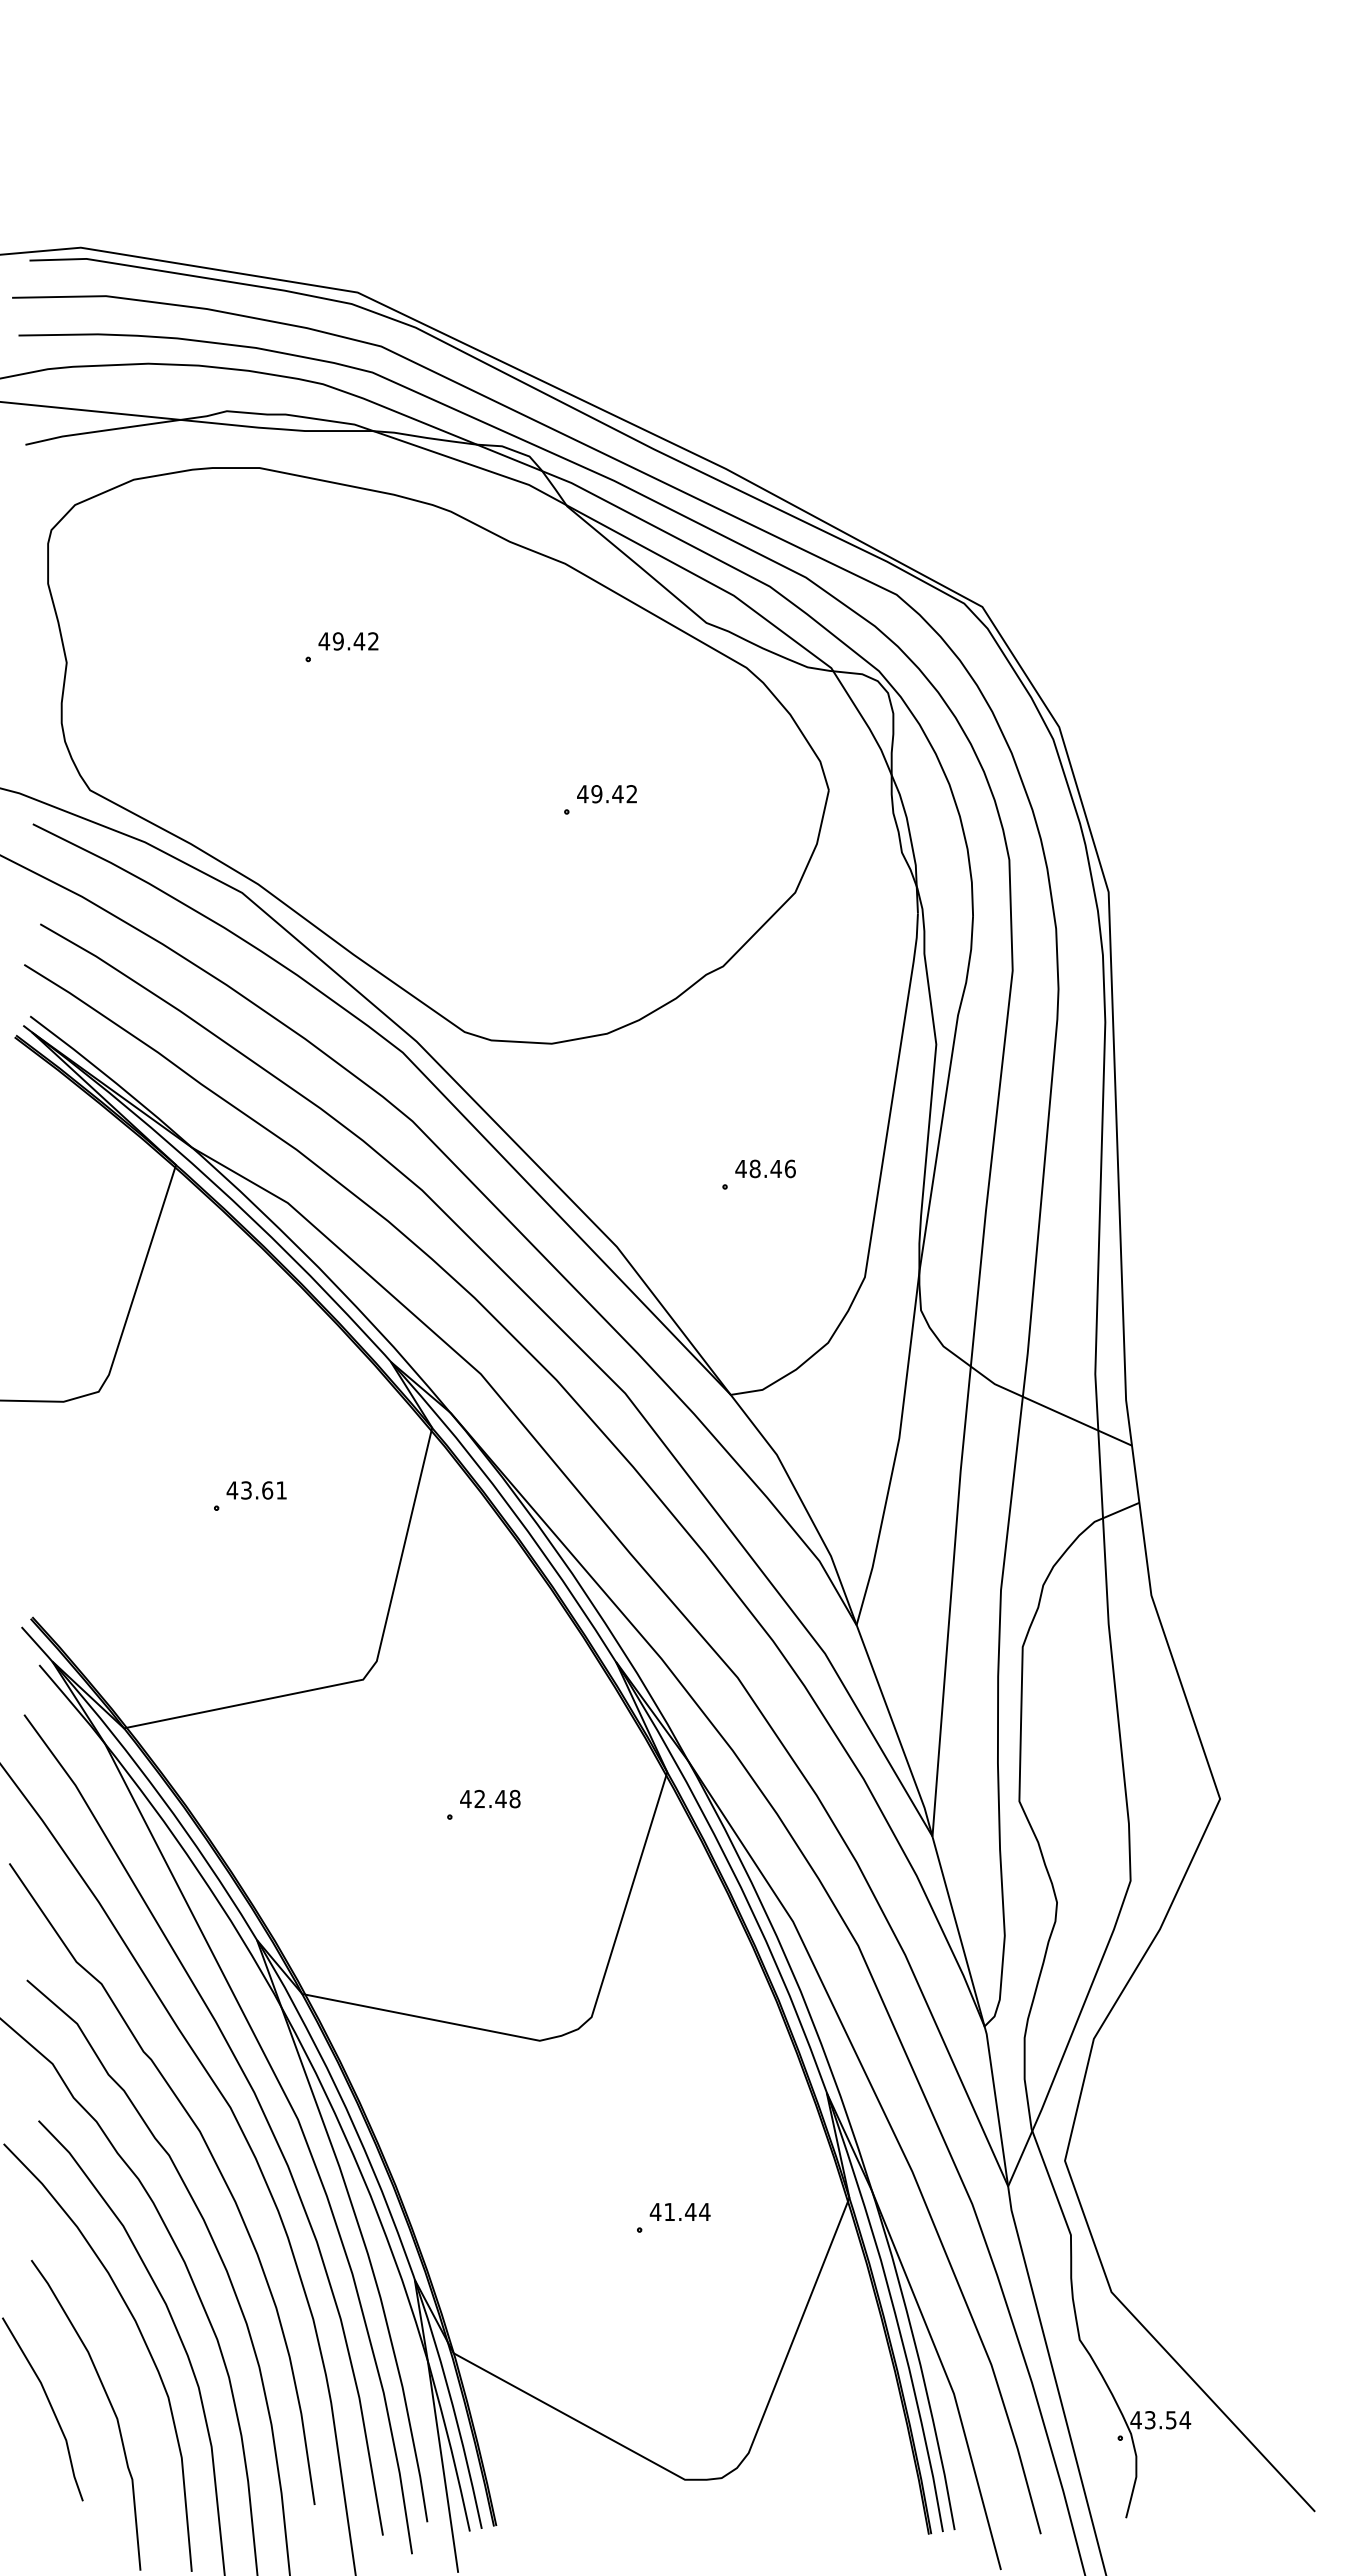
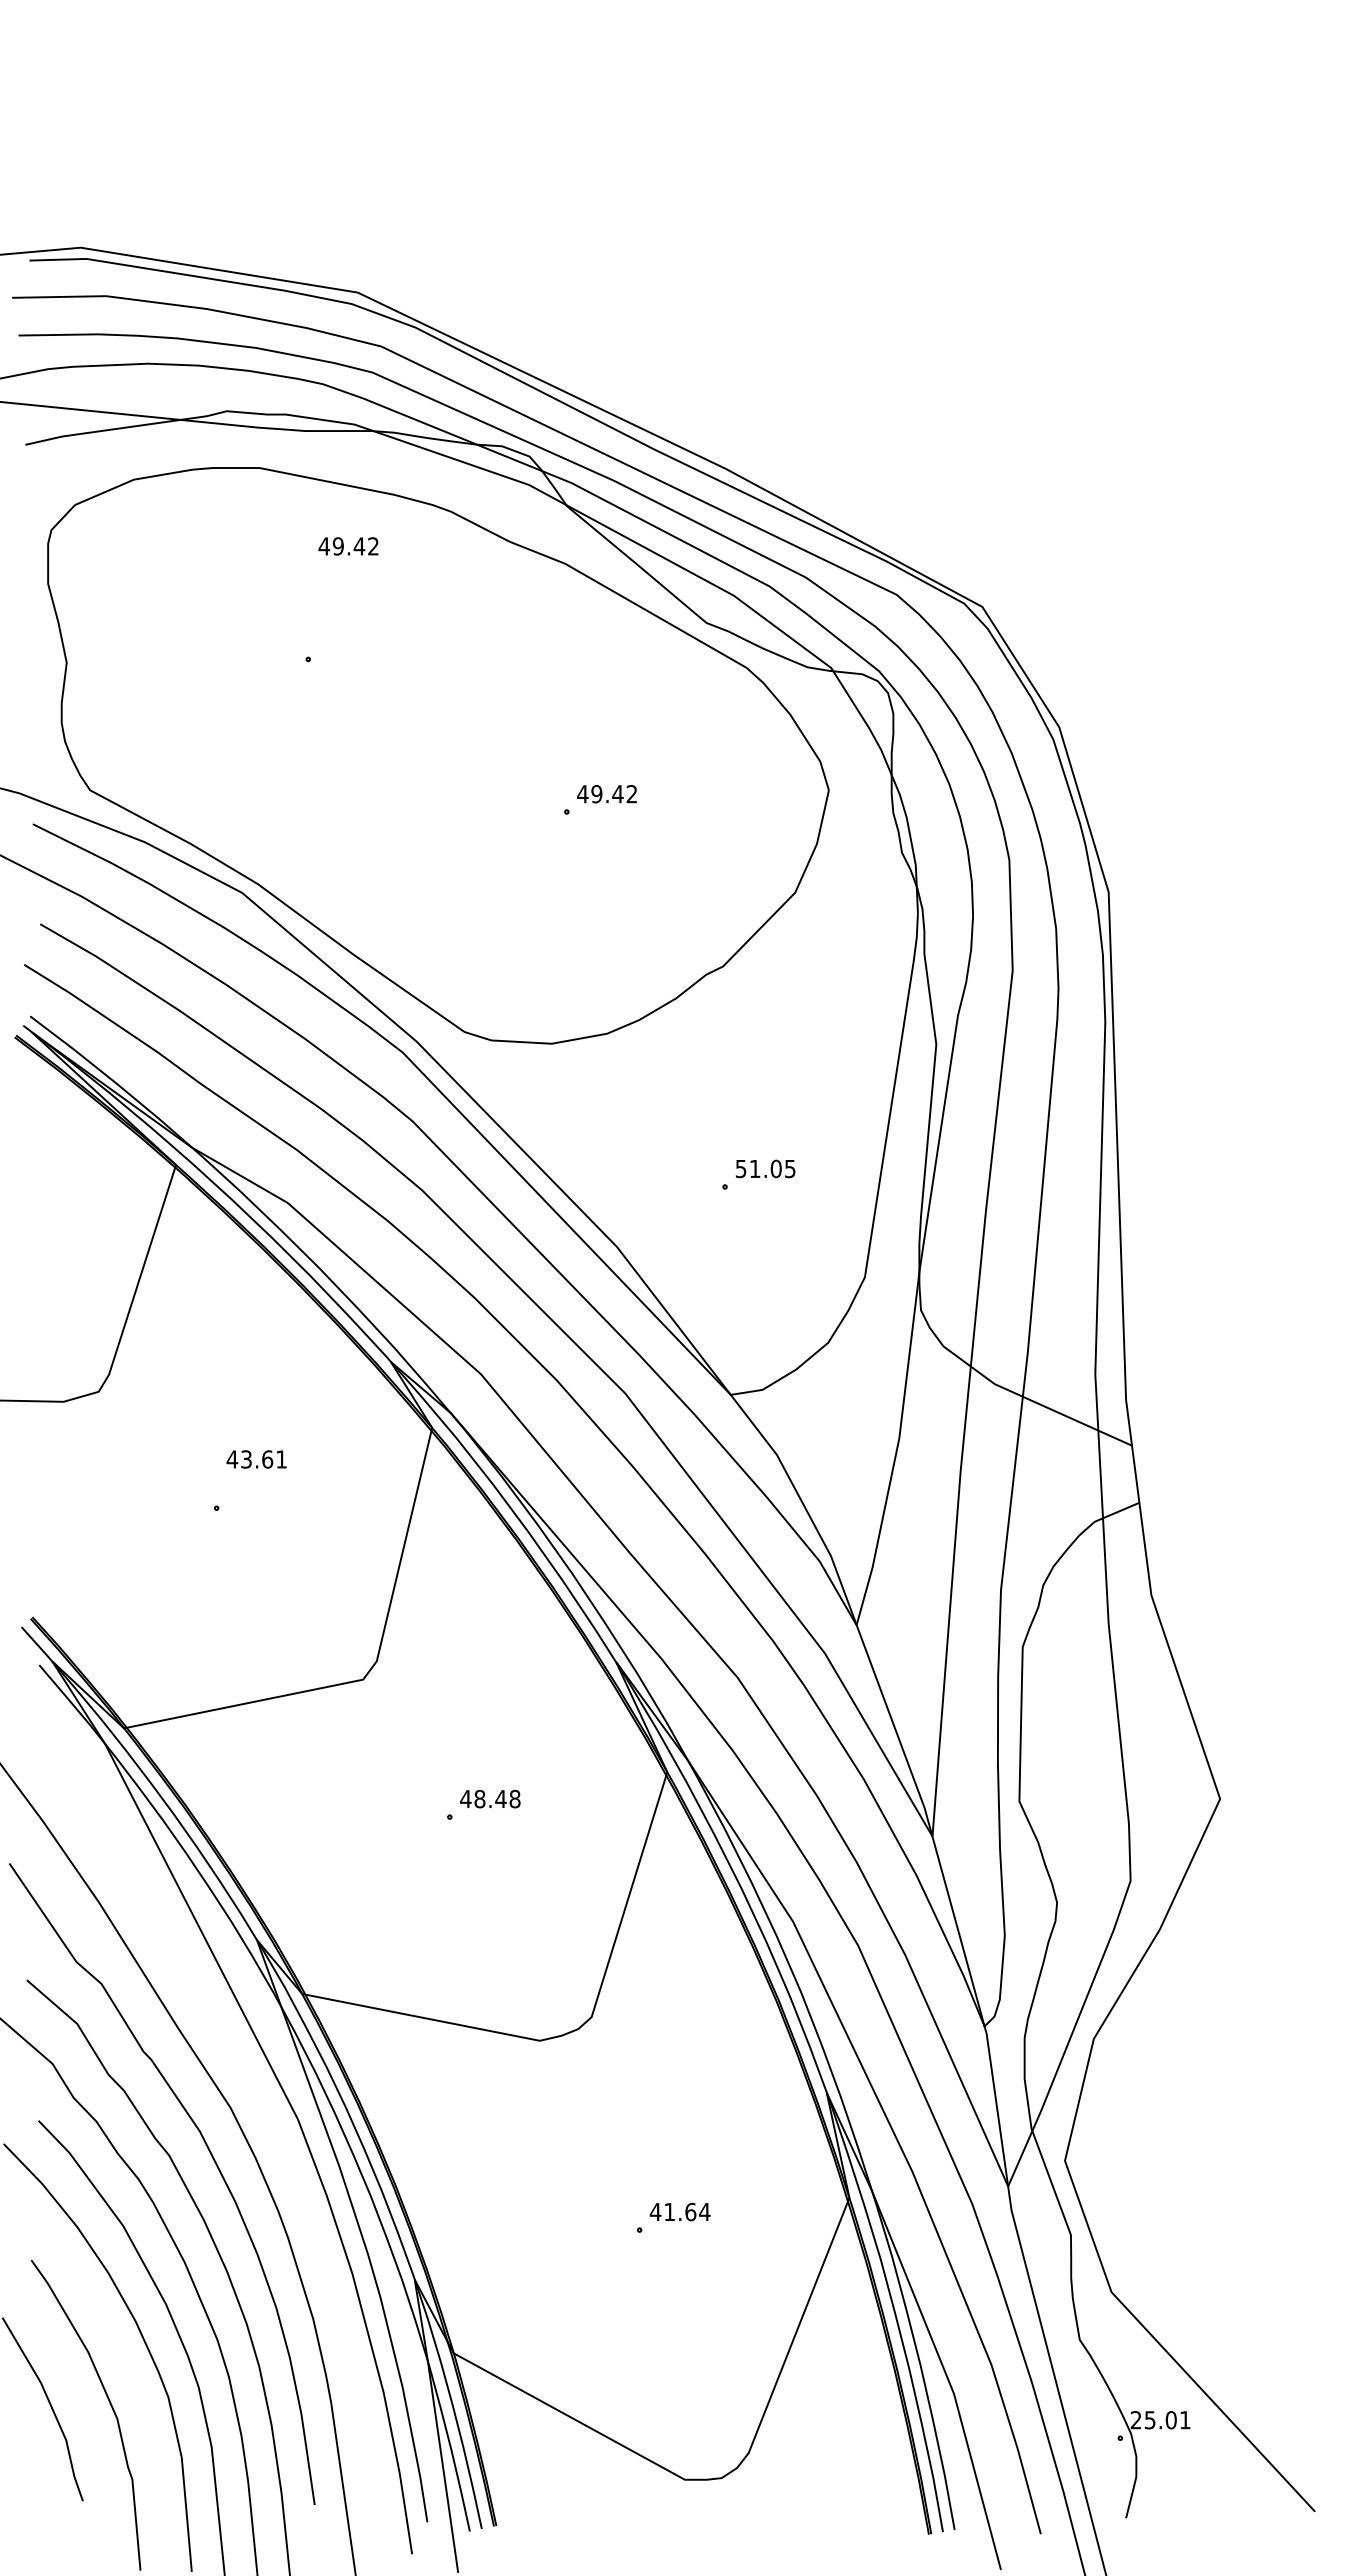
text at (348, 641) position: (348, 641) -> (348, 546)
text at (765, 1168): 48.46 -> 51.05
text at (256, 1490) position: (256, 1490) -> (256, 1459)
text at (479, 1799): 42.48 -> 48.48
curve at (257, 2102): present -> none
text at (690, 2211): 41.44 -> 41.64
text at (1160, 2420): 43.54 -> 25.01
